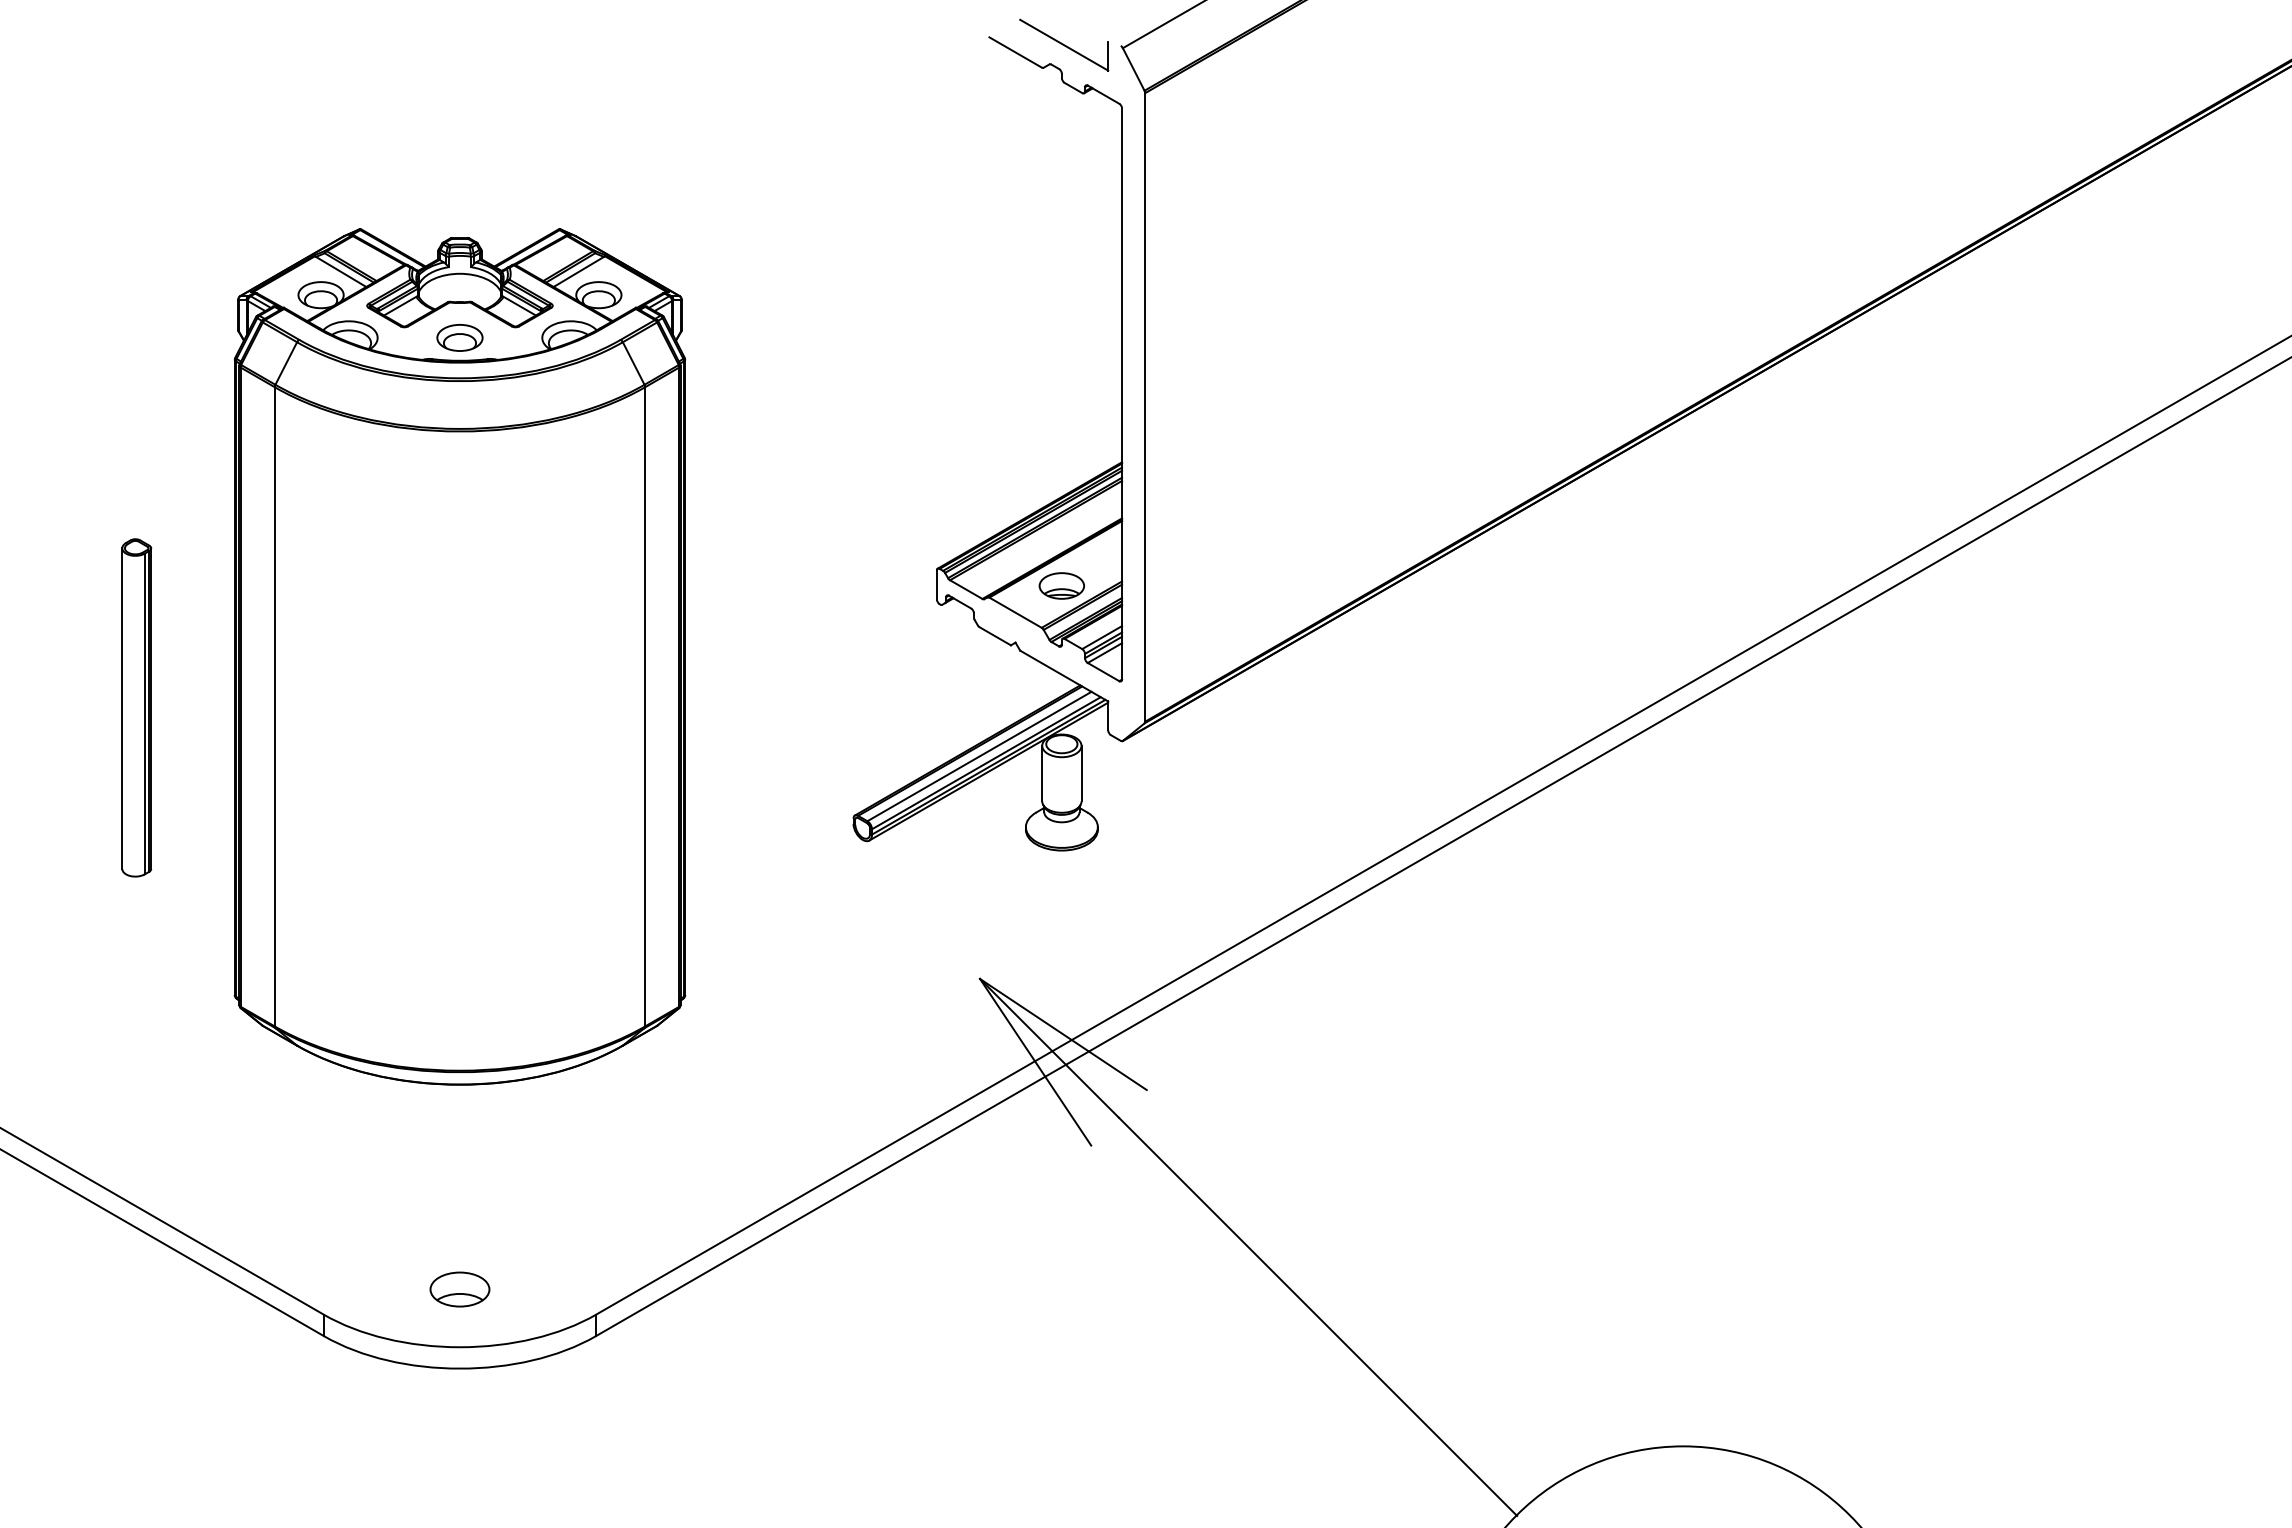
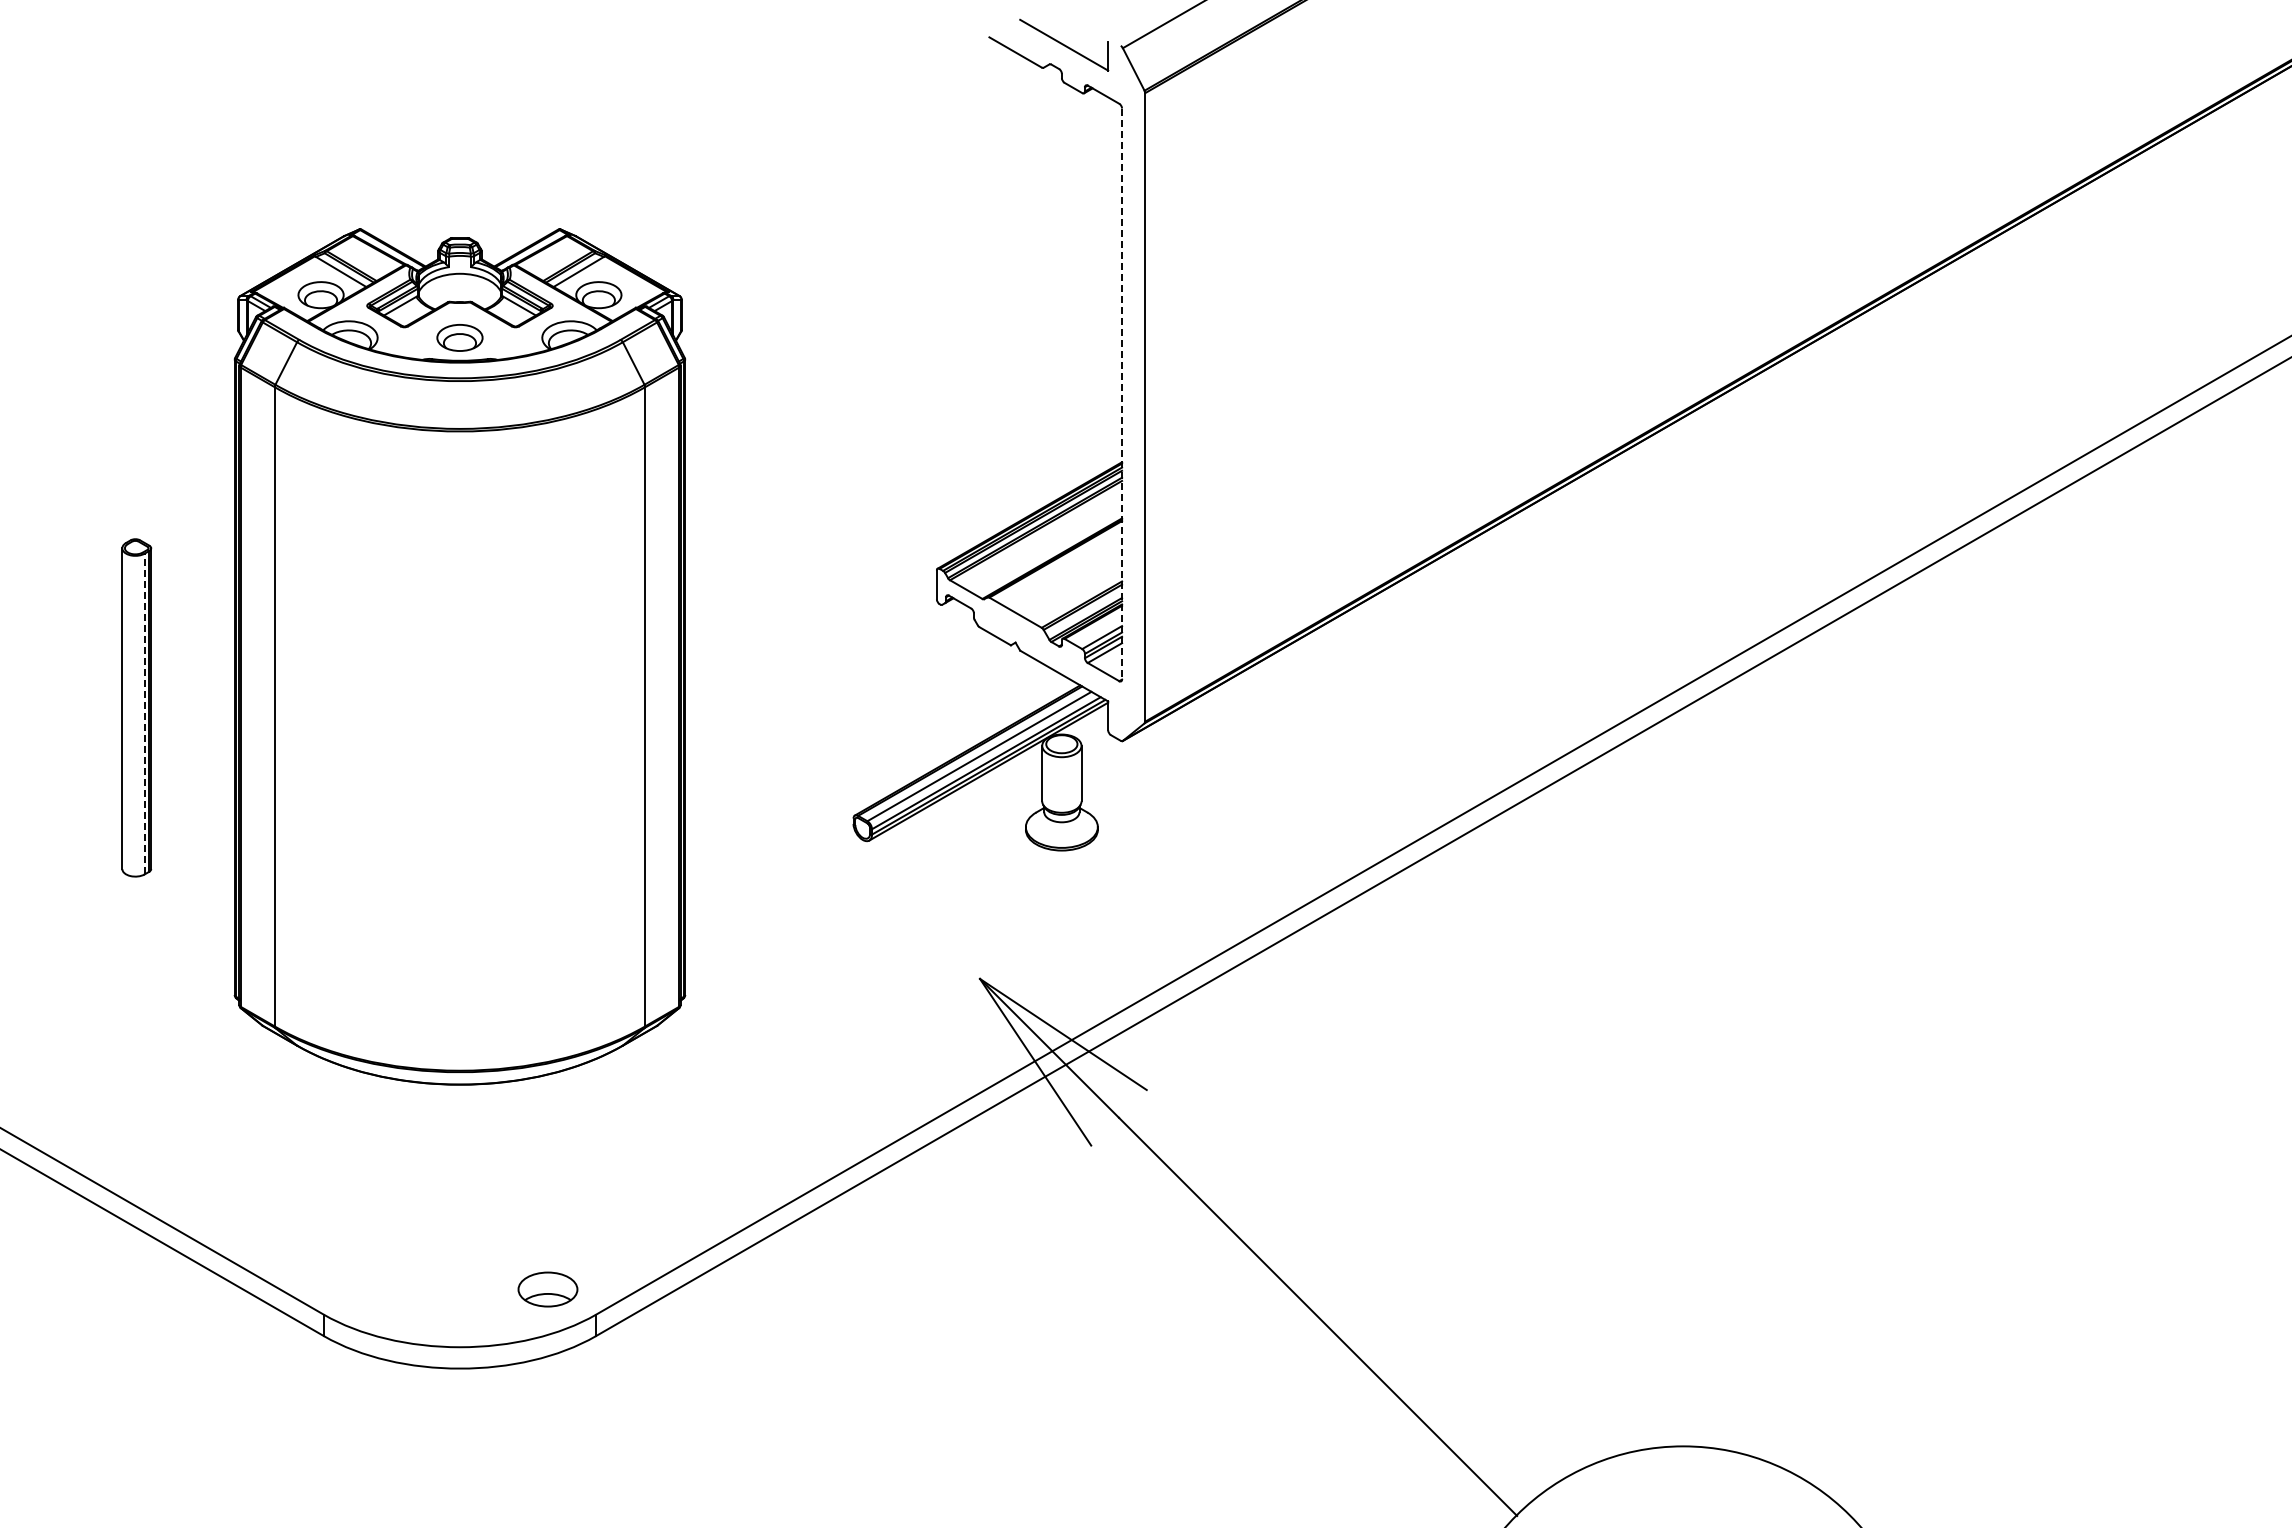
line at (1122, 394): solid -> dashed
part at (1061, 585): present -> none
line at (144, 713): solid -> dashed
part at (459, 1289) position: (459, 1289) -> (547, 1289)
